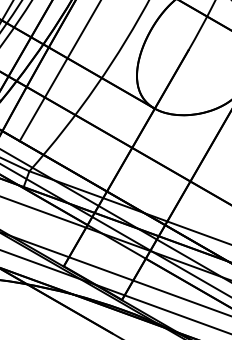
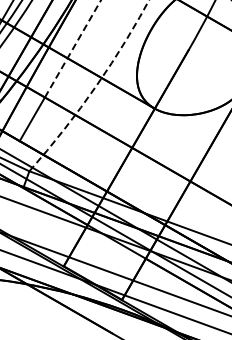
line at (73, 48): solid -> dashed
arc at (93, 89): solid -> dashed
